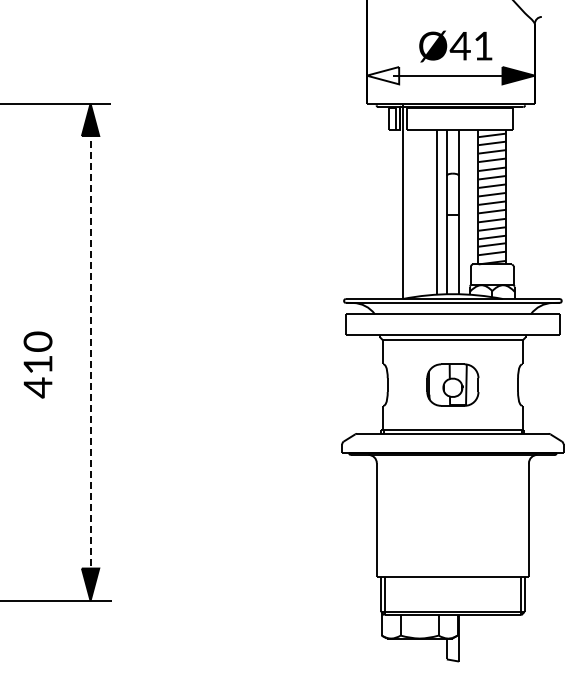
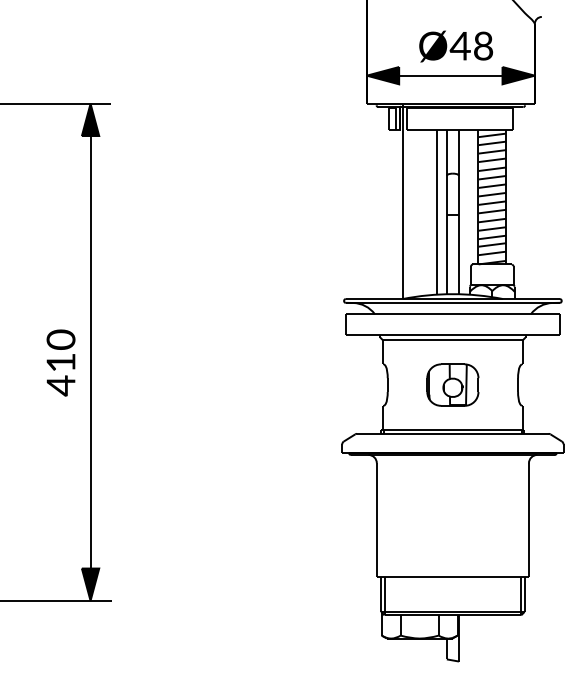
text at (483, 45): Ø41 -> Ø48
fill at (382, 75): none -> present
line at (90, 352): dashed -> solid
text at (37, 364) position: (37, 364) -> (60, 362)
